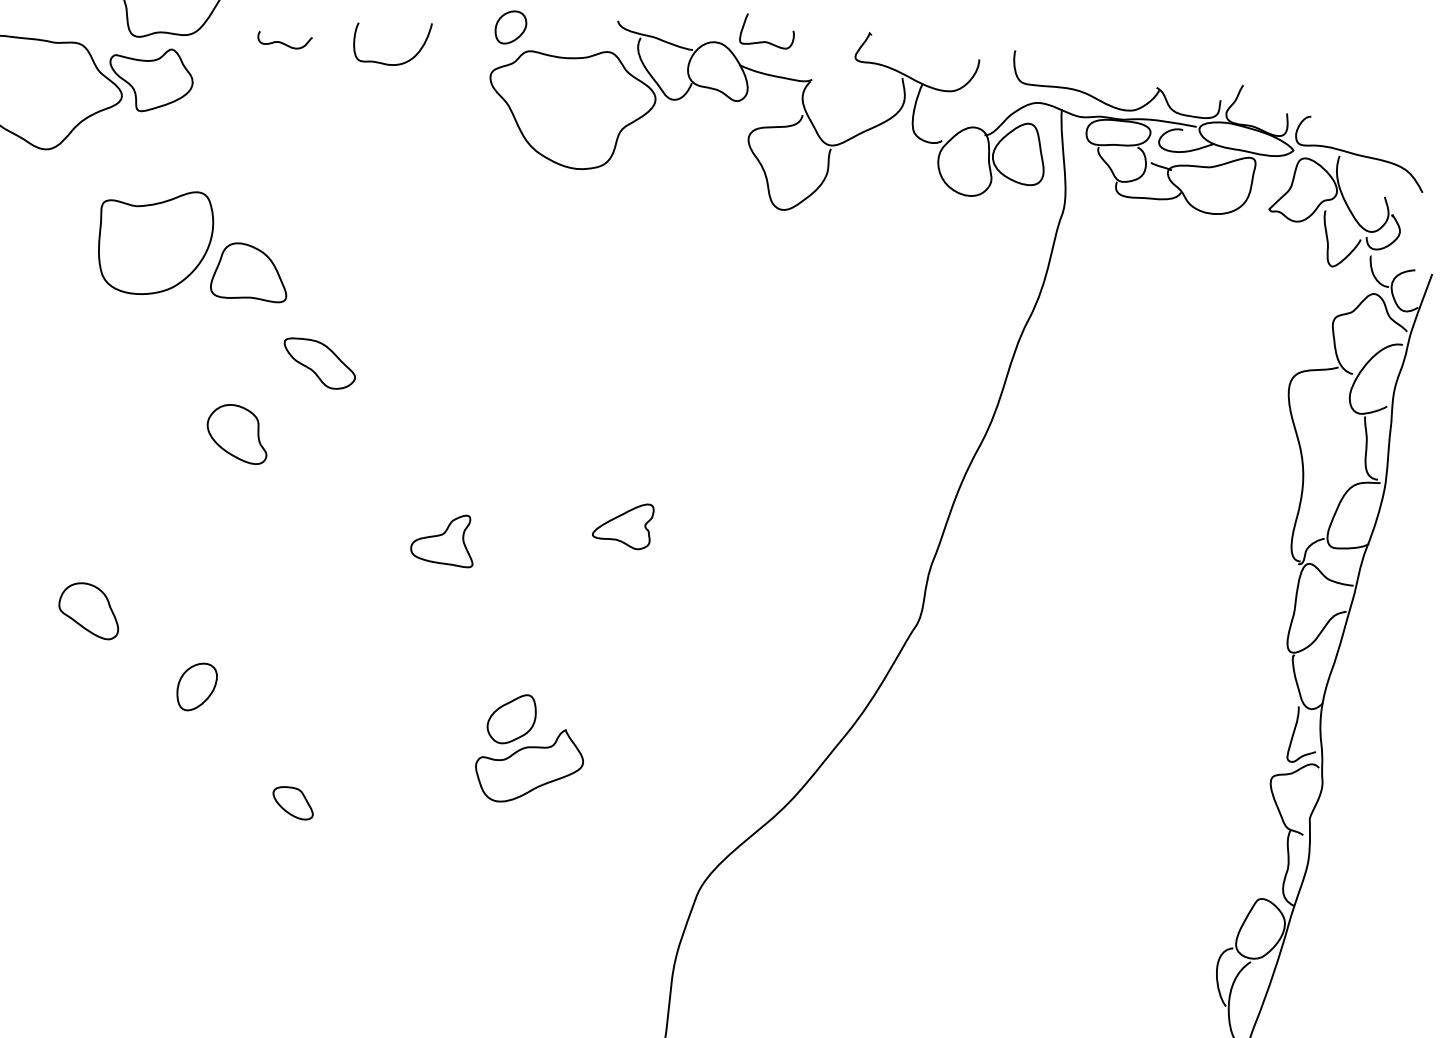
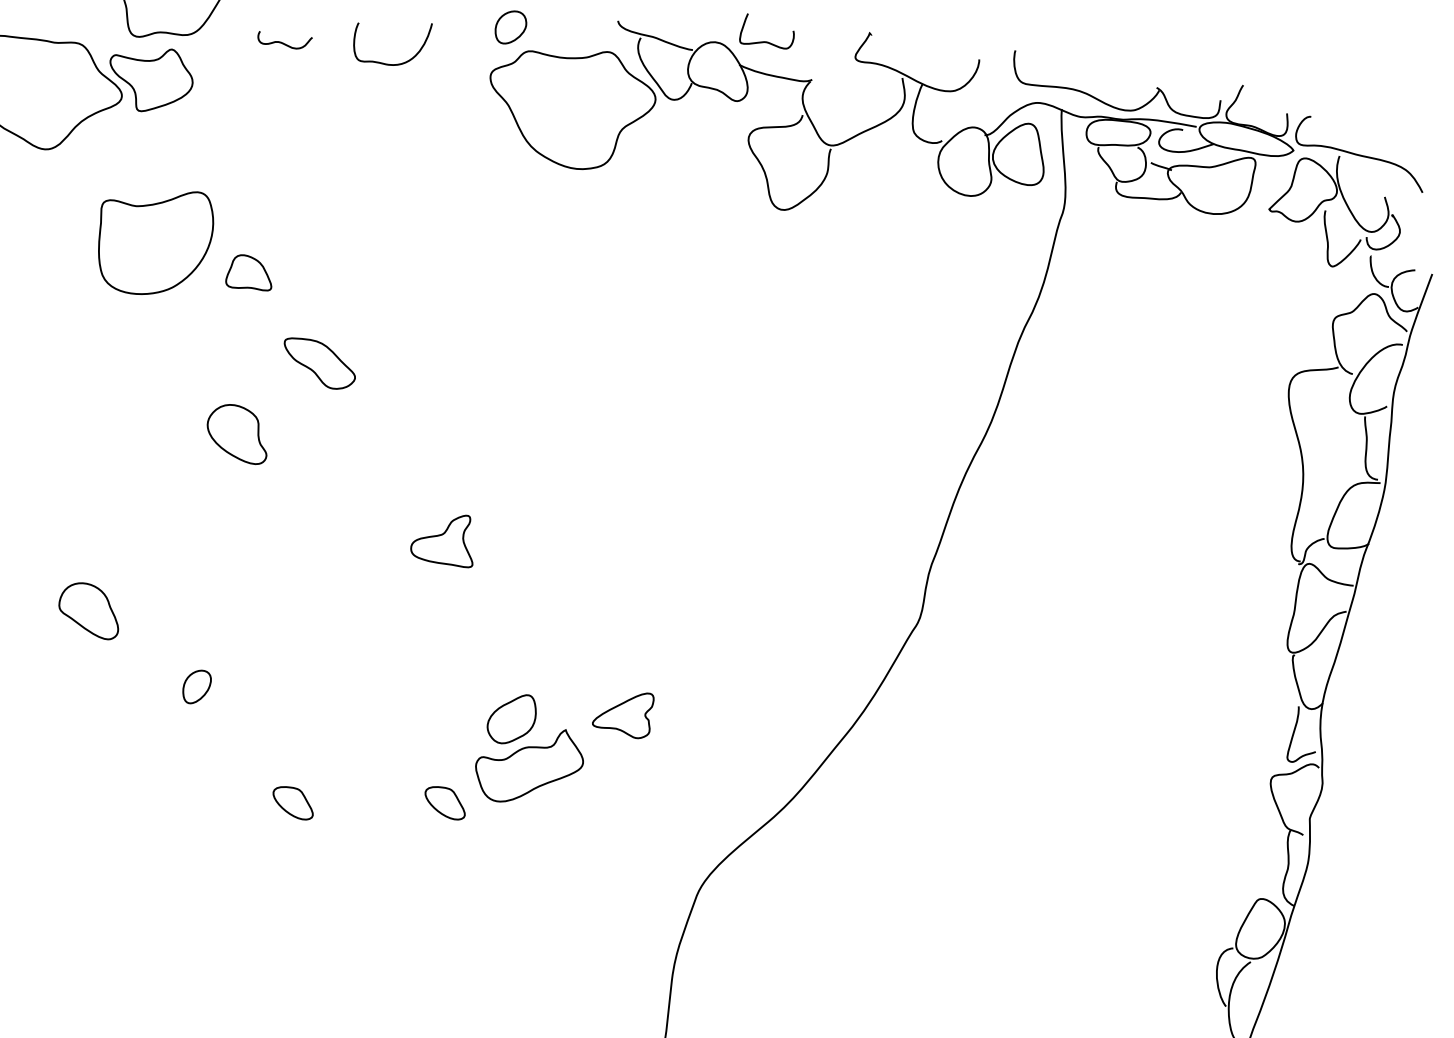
part at (248, 272) size: 78x62 px -> 48x38 px
part at (623, 526) position: (623, 526) -> (623, 715)
part at (196, 686) size: 42x50 px -> 30x36 px
part at (444, 803): none -> present
